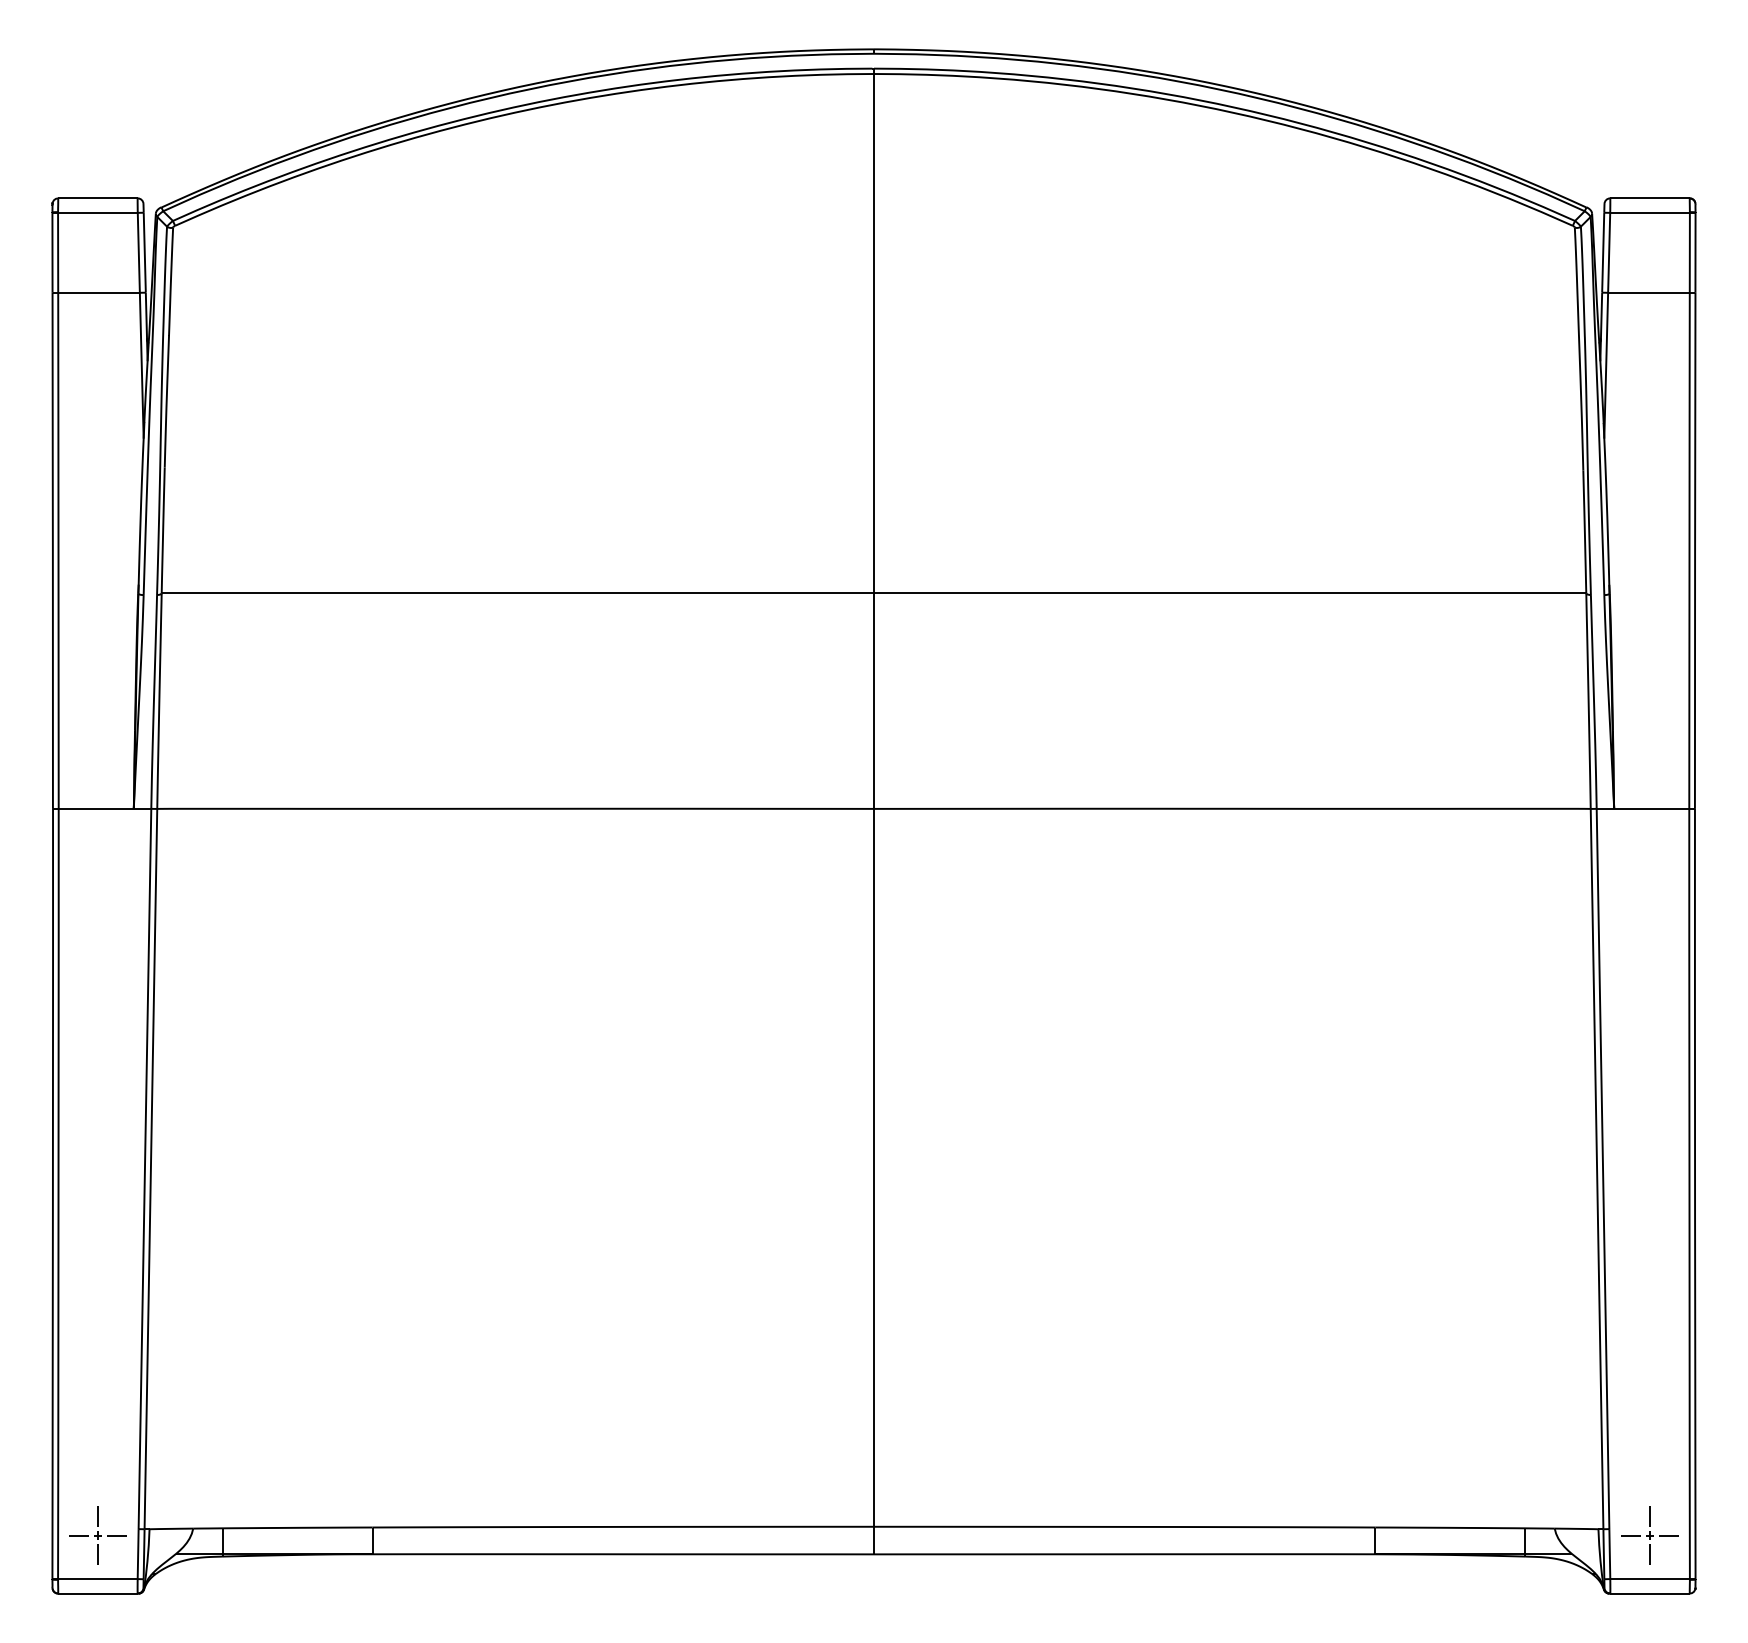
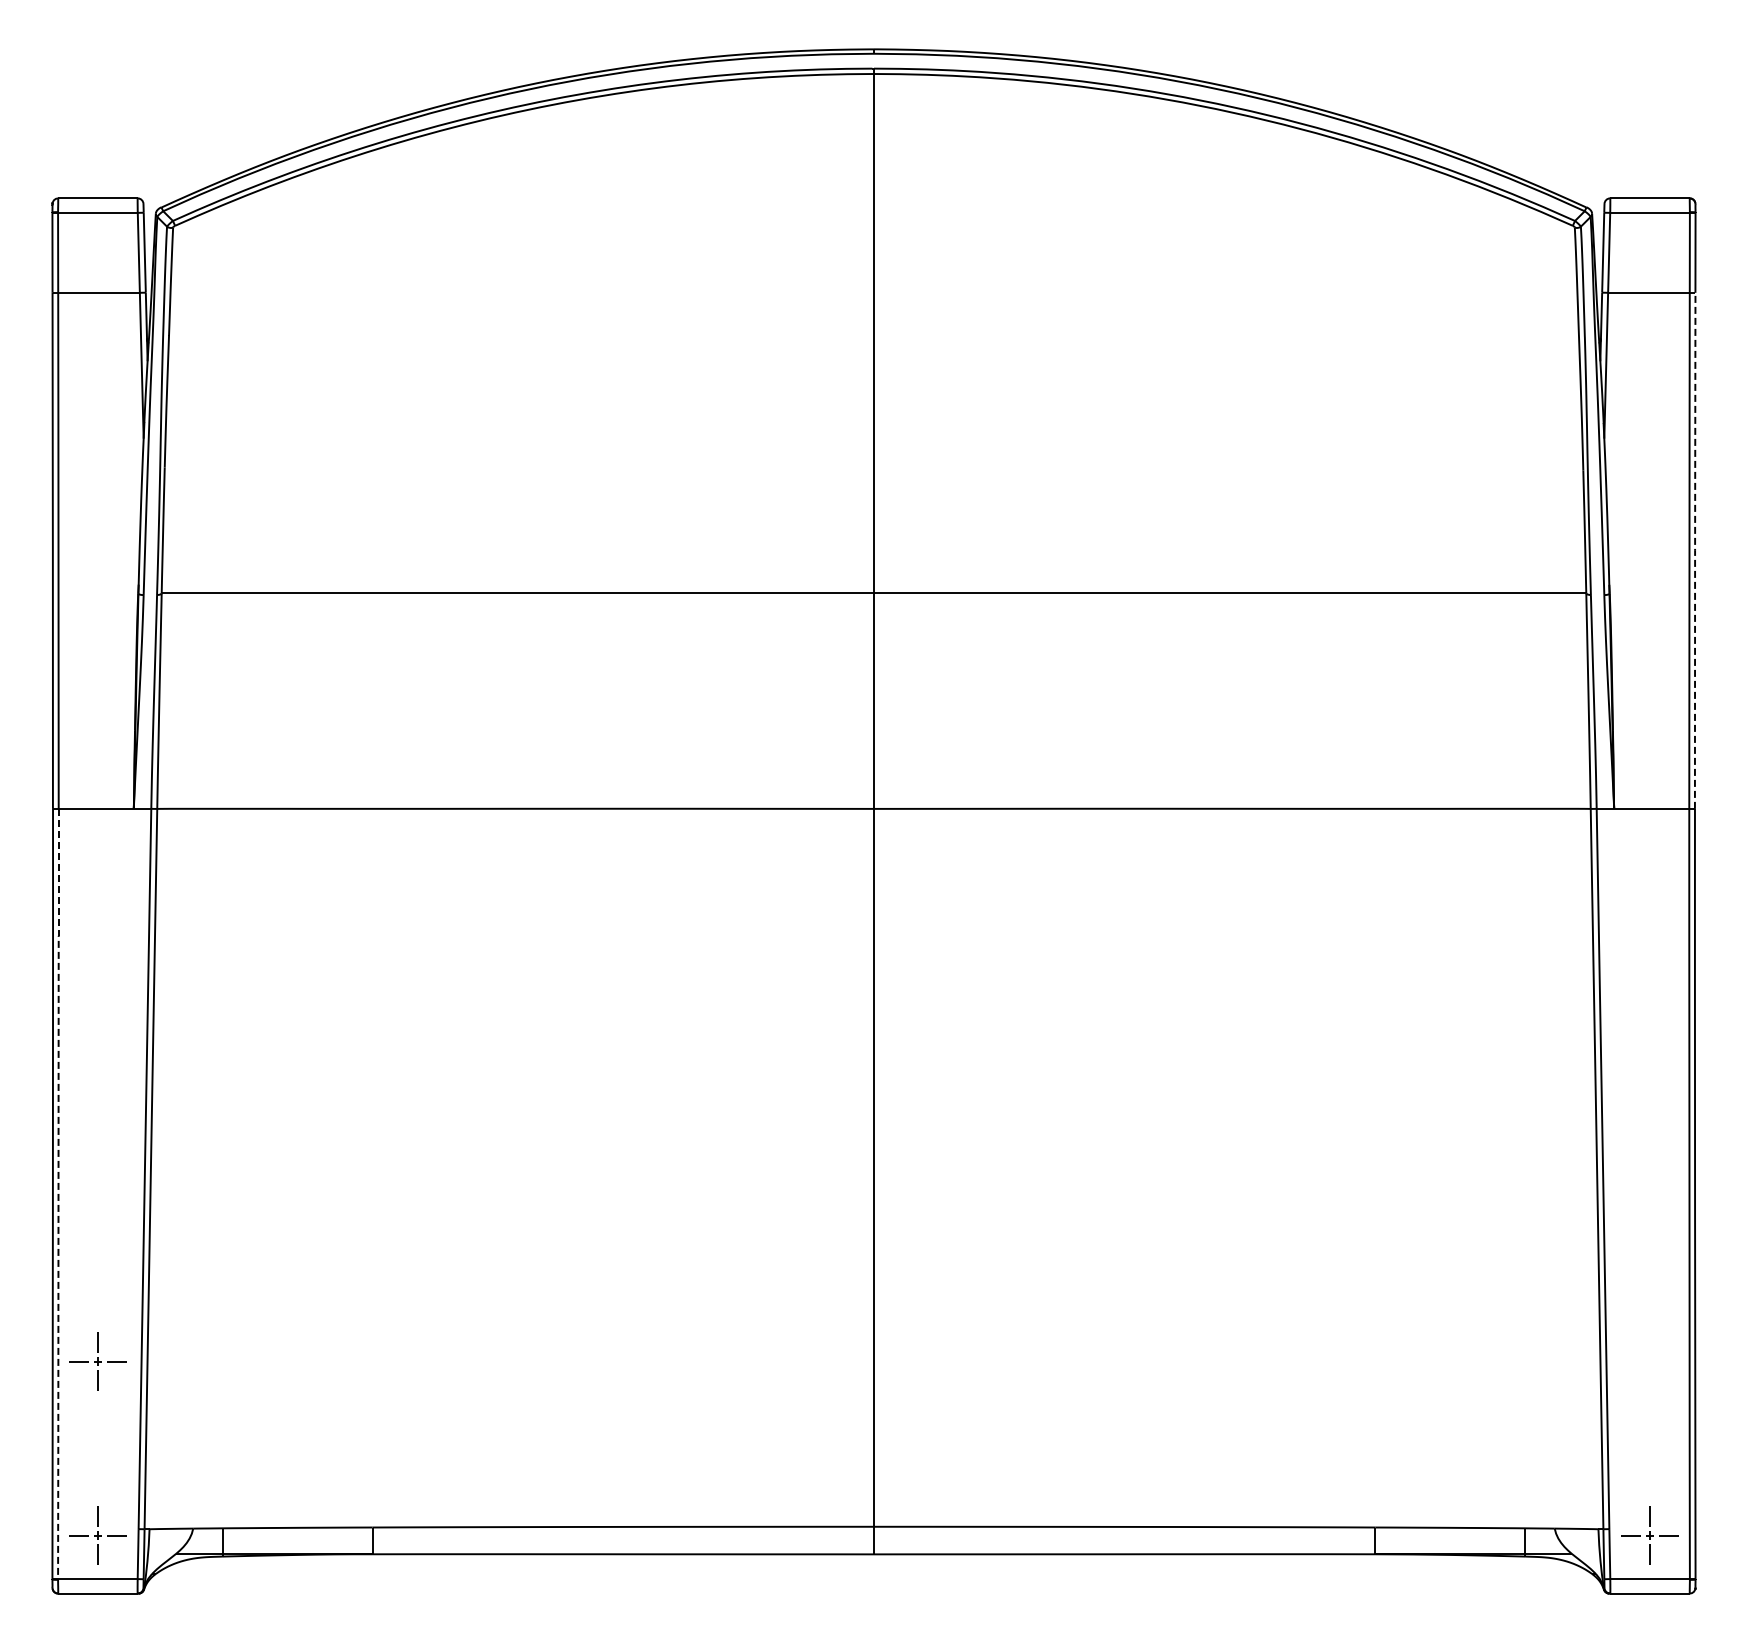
line at (1695, 550): solid -> dashed
line at (58, 1194): solid -> dashed
part at (97, 1361): none -> present
